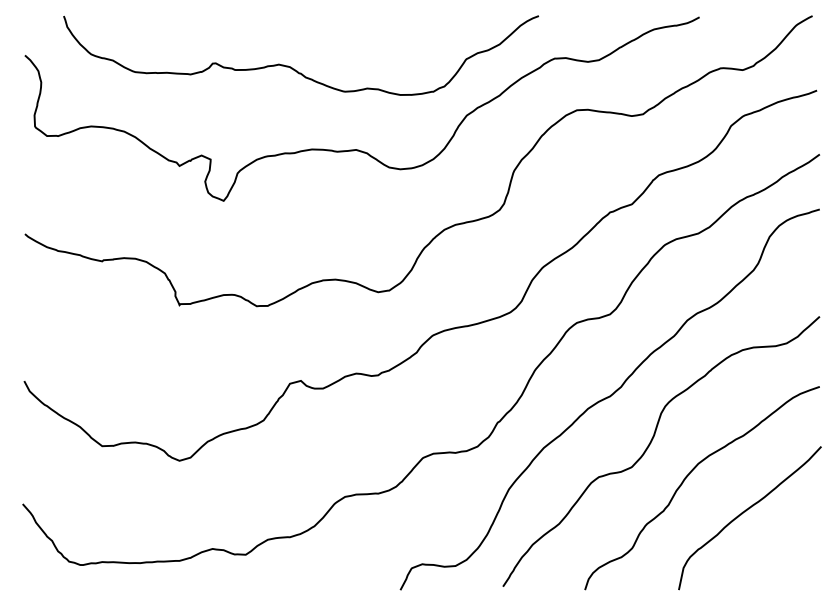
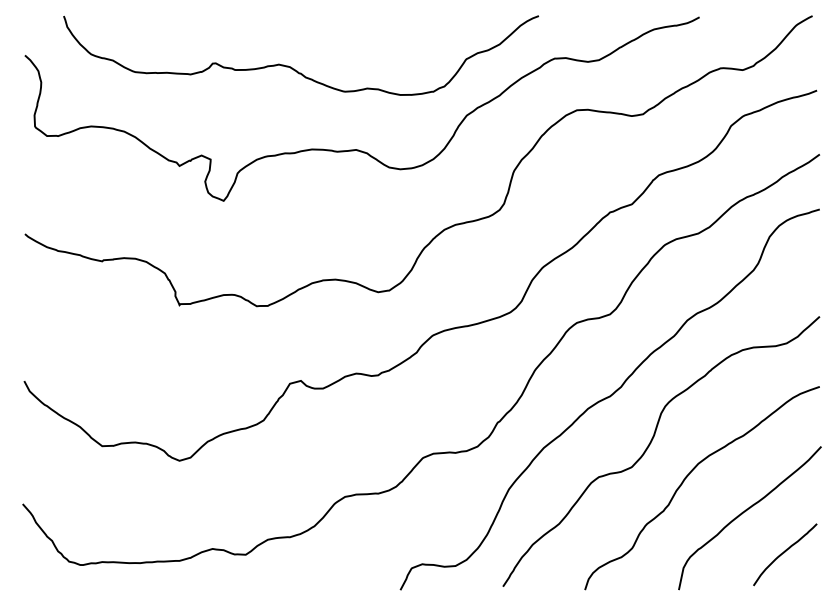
curve at (784, 553): none -> present
